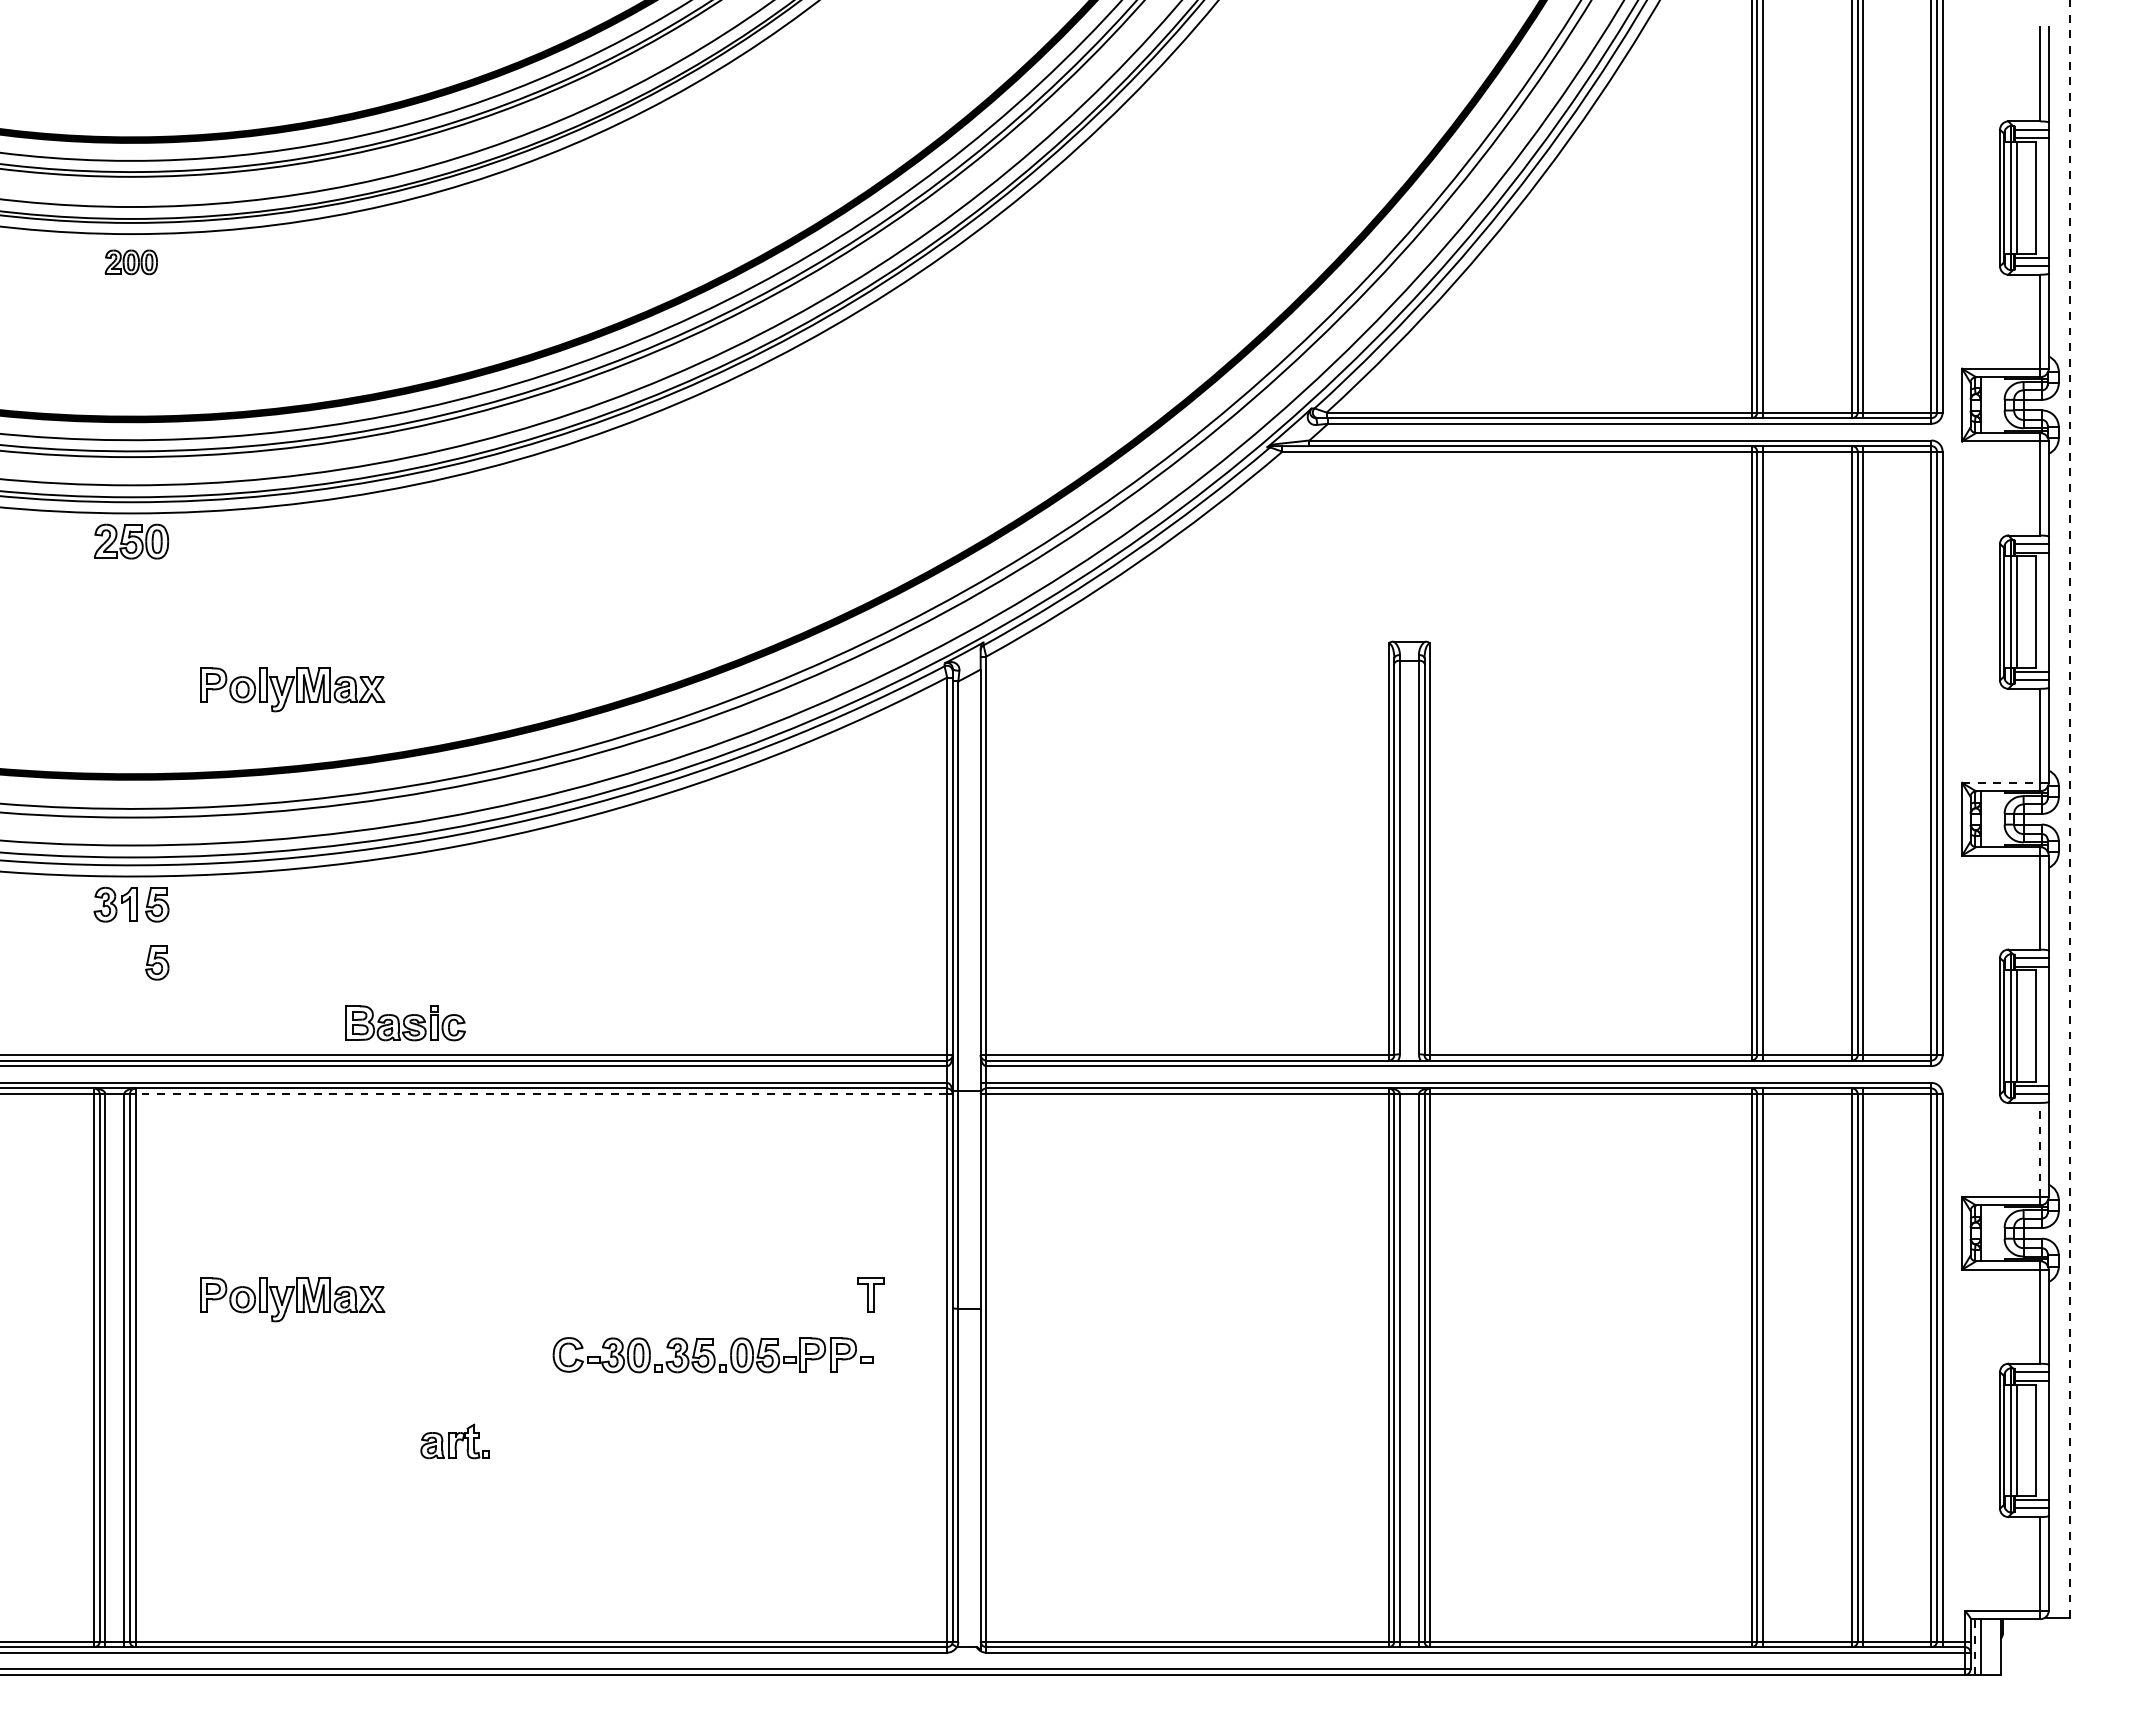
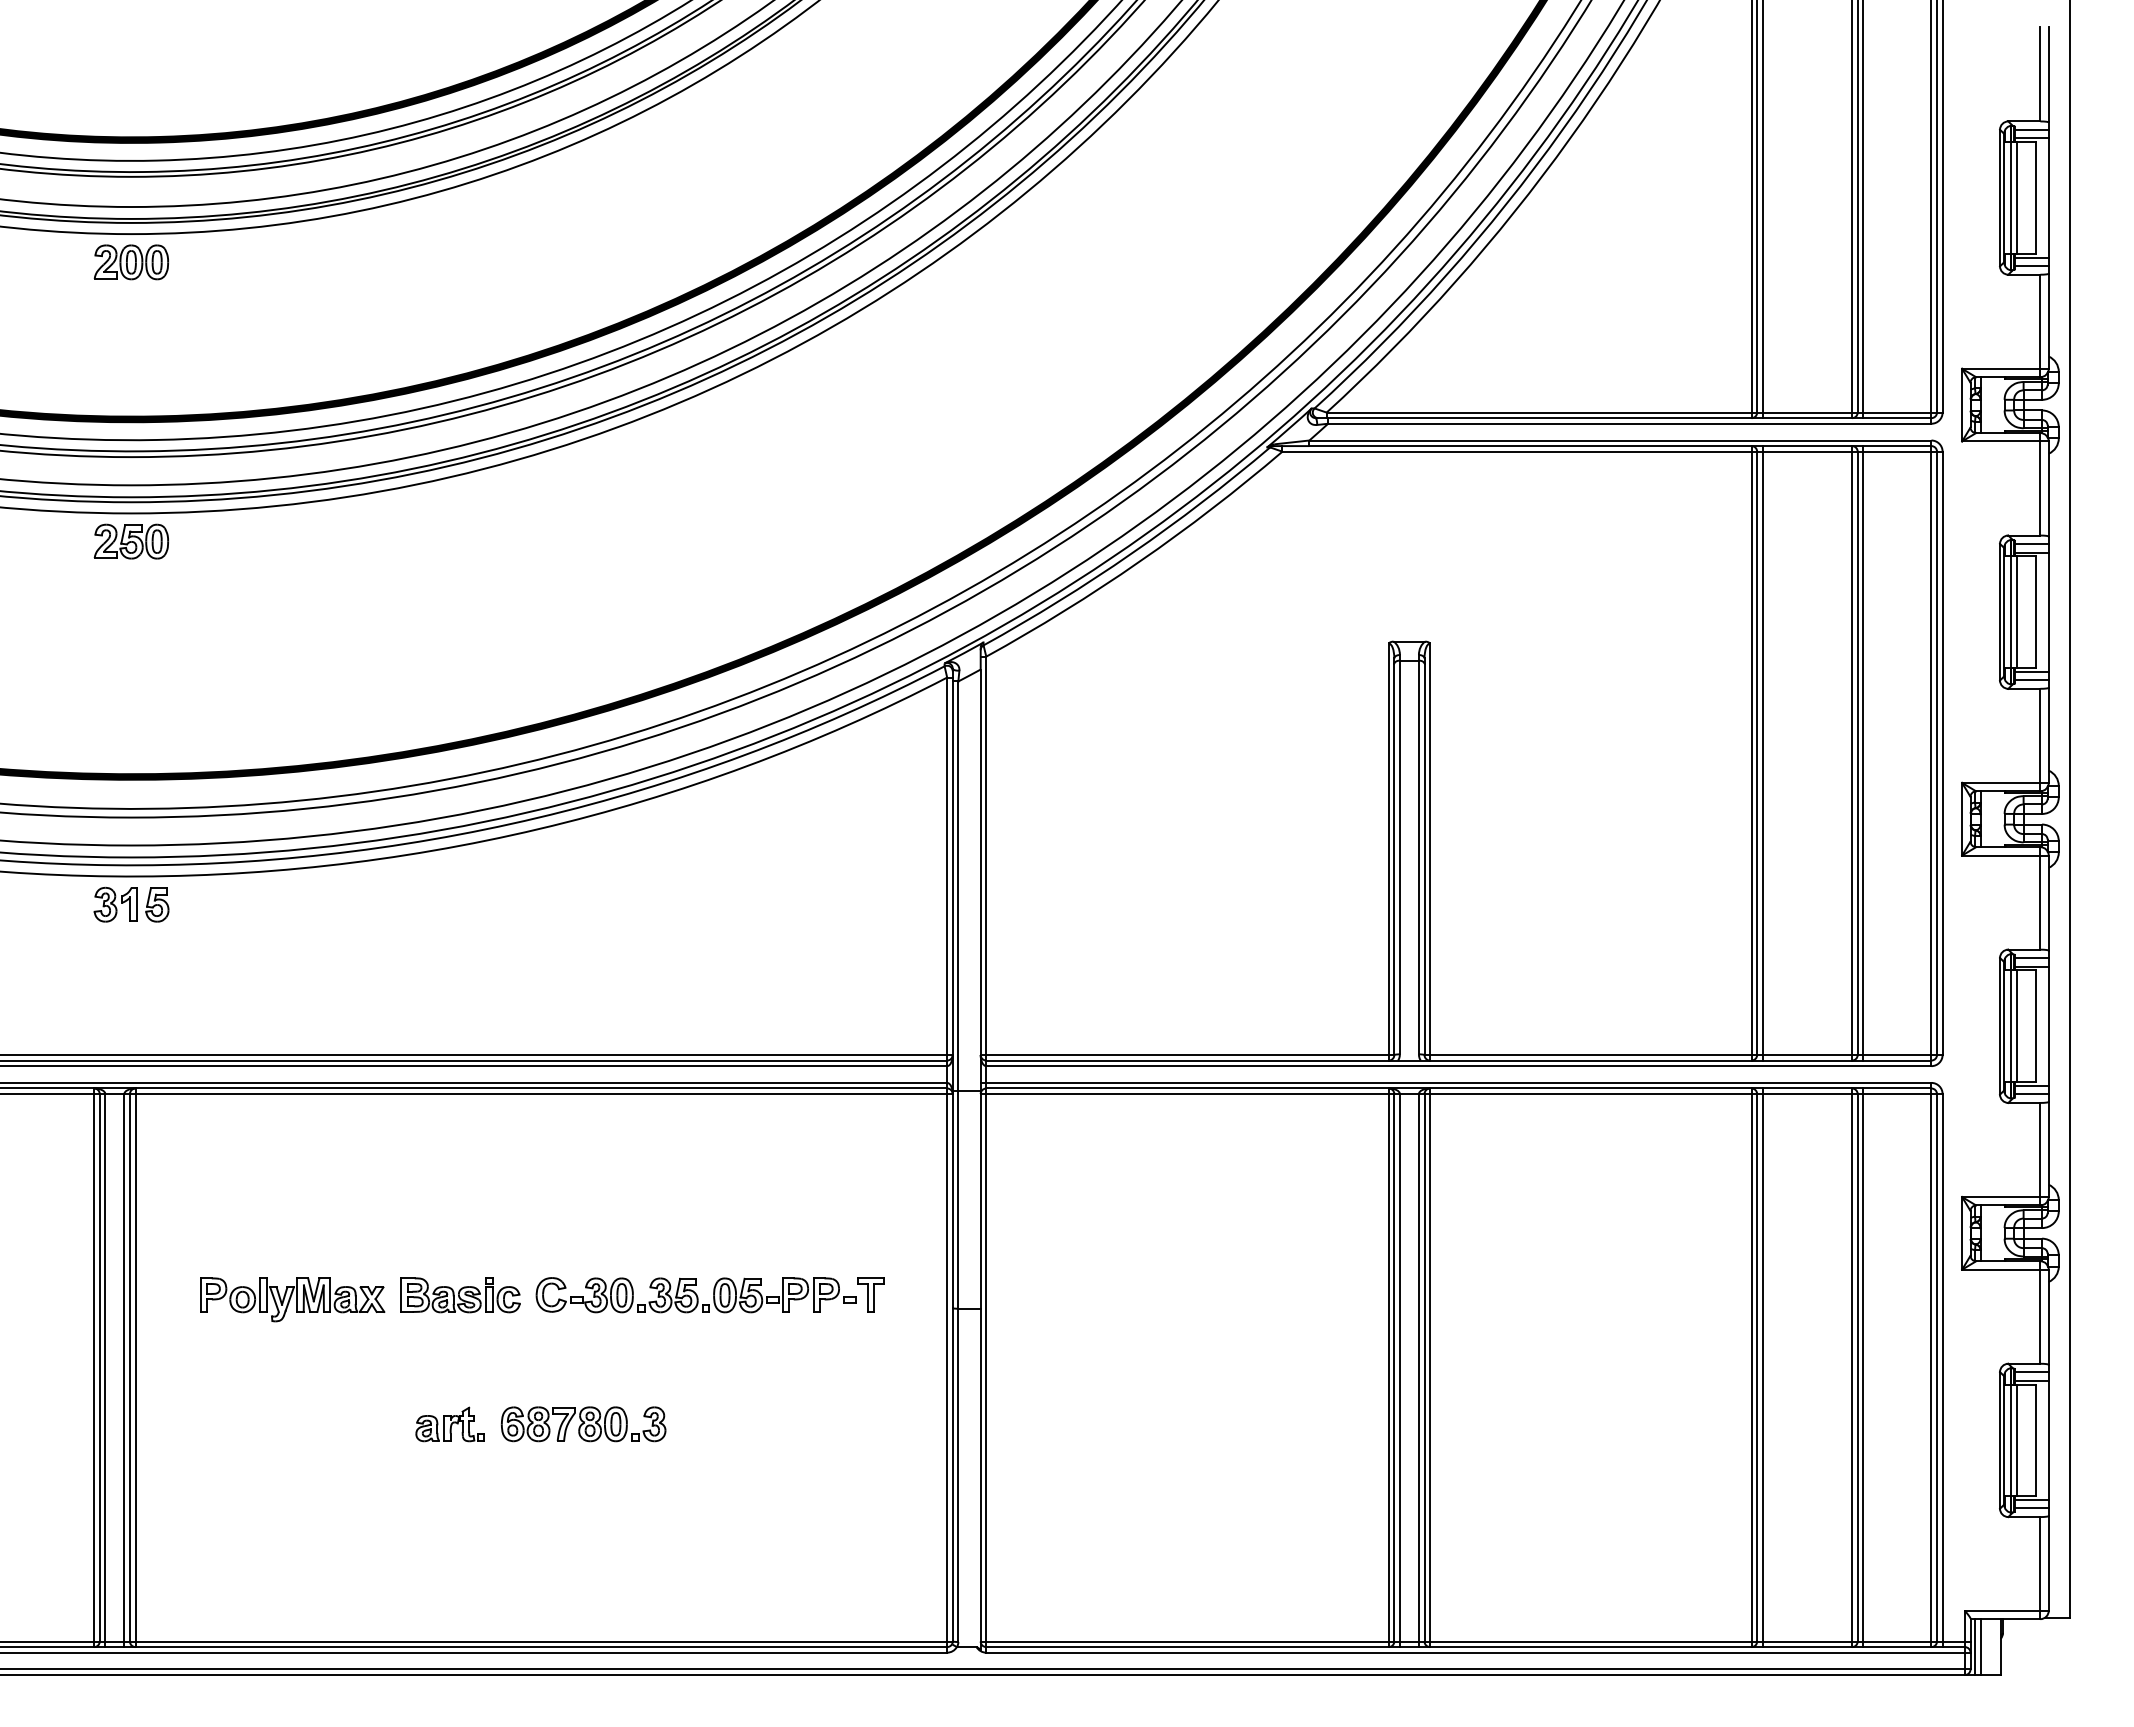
part at (130, 262) size: 54x27 px -> 76x37 px
part at (292, 689): present -> none
line at (2001, 782): dashed -> solid
line at (2069, 809): dashed -> solid
part at (157, 962): present -> none
part at (405, 1023) position: (405, 1023) -> (460, 1295)
line at (541, 1094): dashed -> solid
line at (2040, 1149): dashed -> solid
part at (712, 1355) position: (712, 1355) -> (695, 1295)
part at (583, 1424): none -> present
part at (454, 1441) position: (454, 1441) -> (449, 1424)
line at (1975, 1647): dashed -> solid
